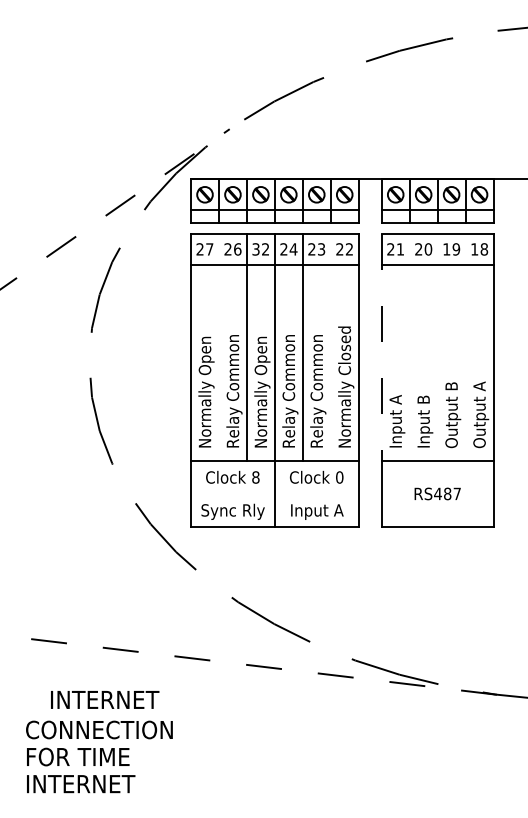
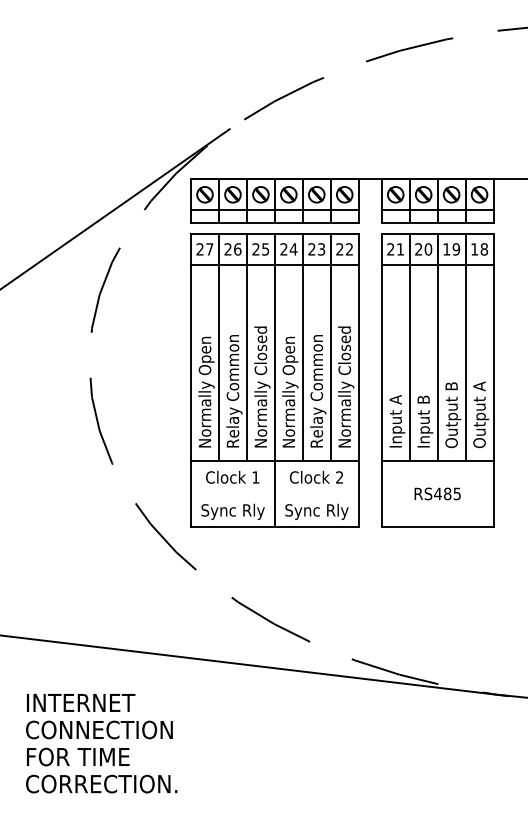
line at (115, 209): dashed -> solid
text at (260, 249): 32 -> 25
line at (218, 347): none -> present
text at (262, 347): Normally Open -> Normally Closed
line at (330, 347): none -> present
line at (381, 347): dashed -> solid
line at (409, 347): none -> present
line at (437, 347): none -> present
line at (465, 347): none -> present
text at (290, 390): Relay Common -> Normally Open
text at (255, 477): 8 -> 1
text at (339, 477): 0 -> 2
text at (456, 493): RS487 -> RS485
text at (316, 511): Input A -> Sync Rly
line at (254, 665): dashed -> solid
text at (105, 699) position: (105, 699) -> (81, 702)
text at (101, 783): INTERNET -> CORRECTION.
